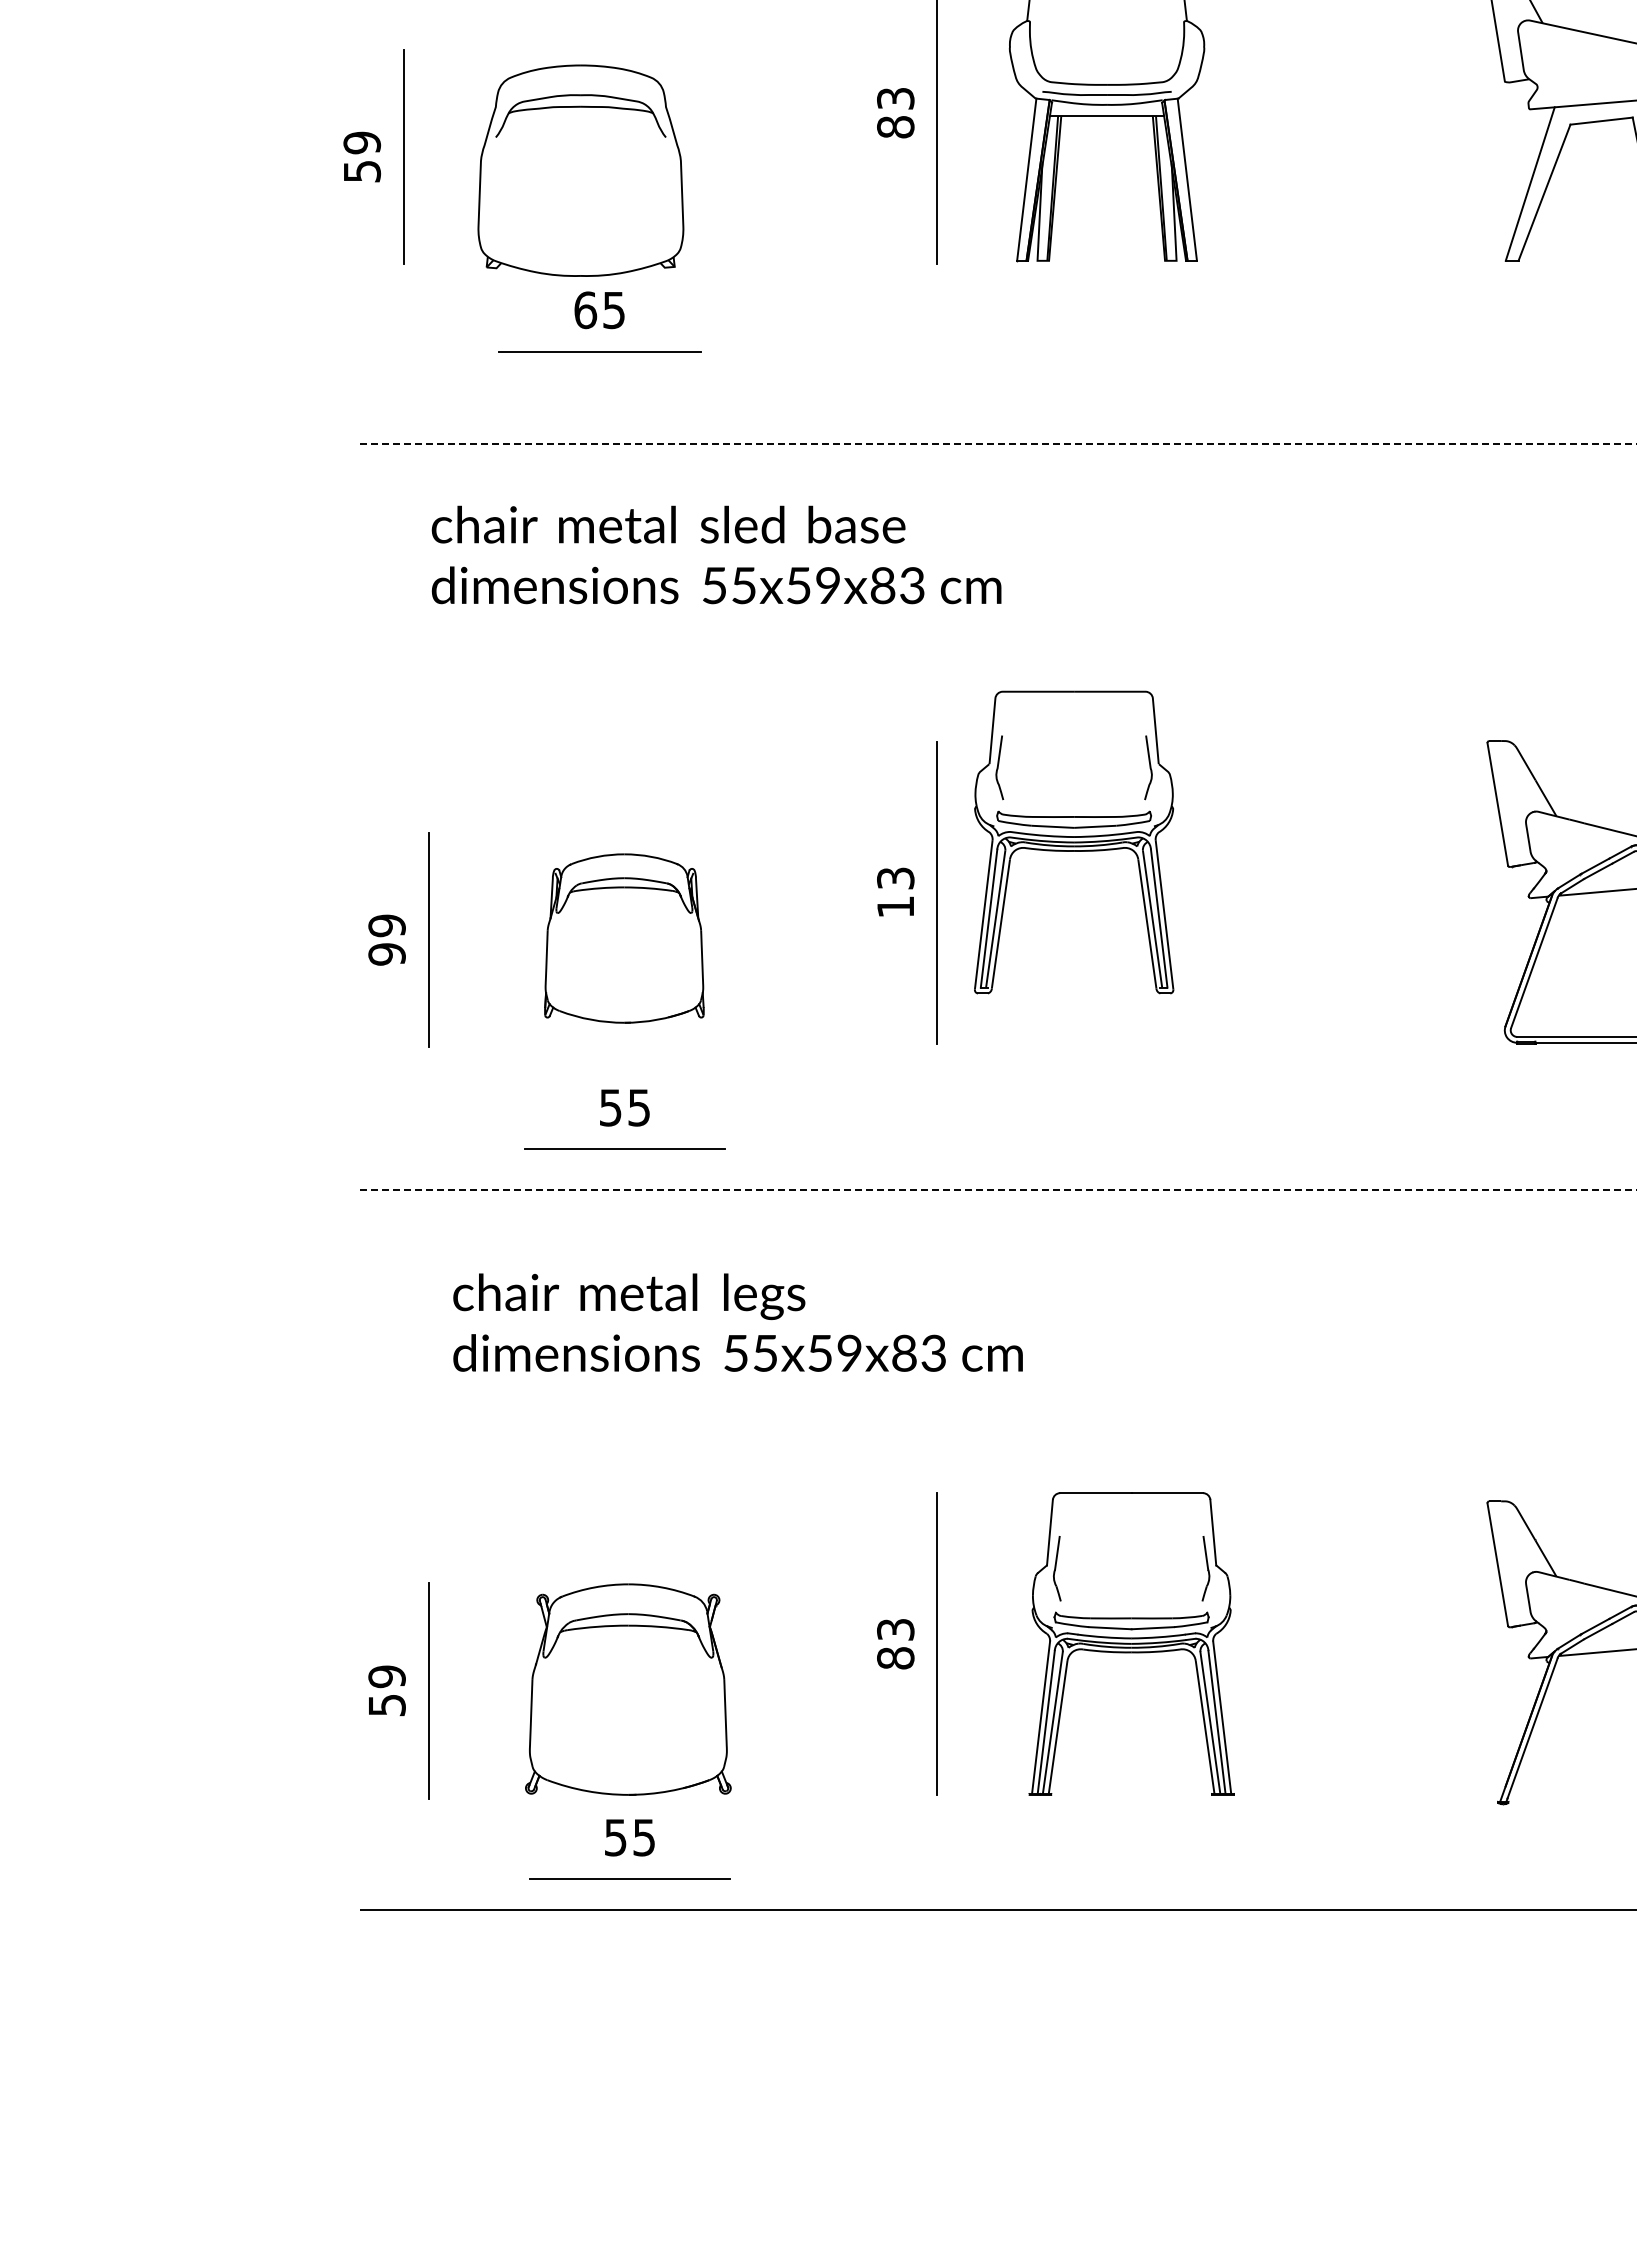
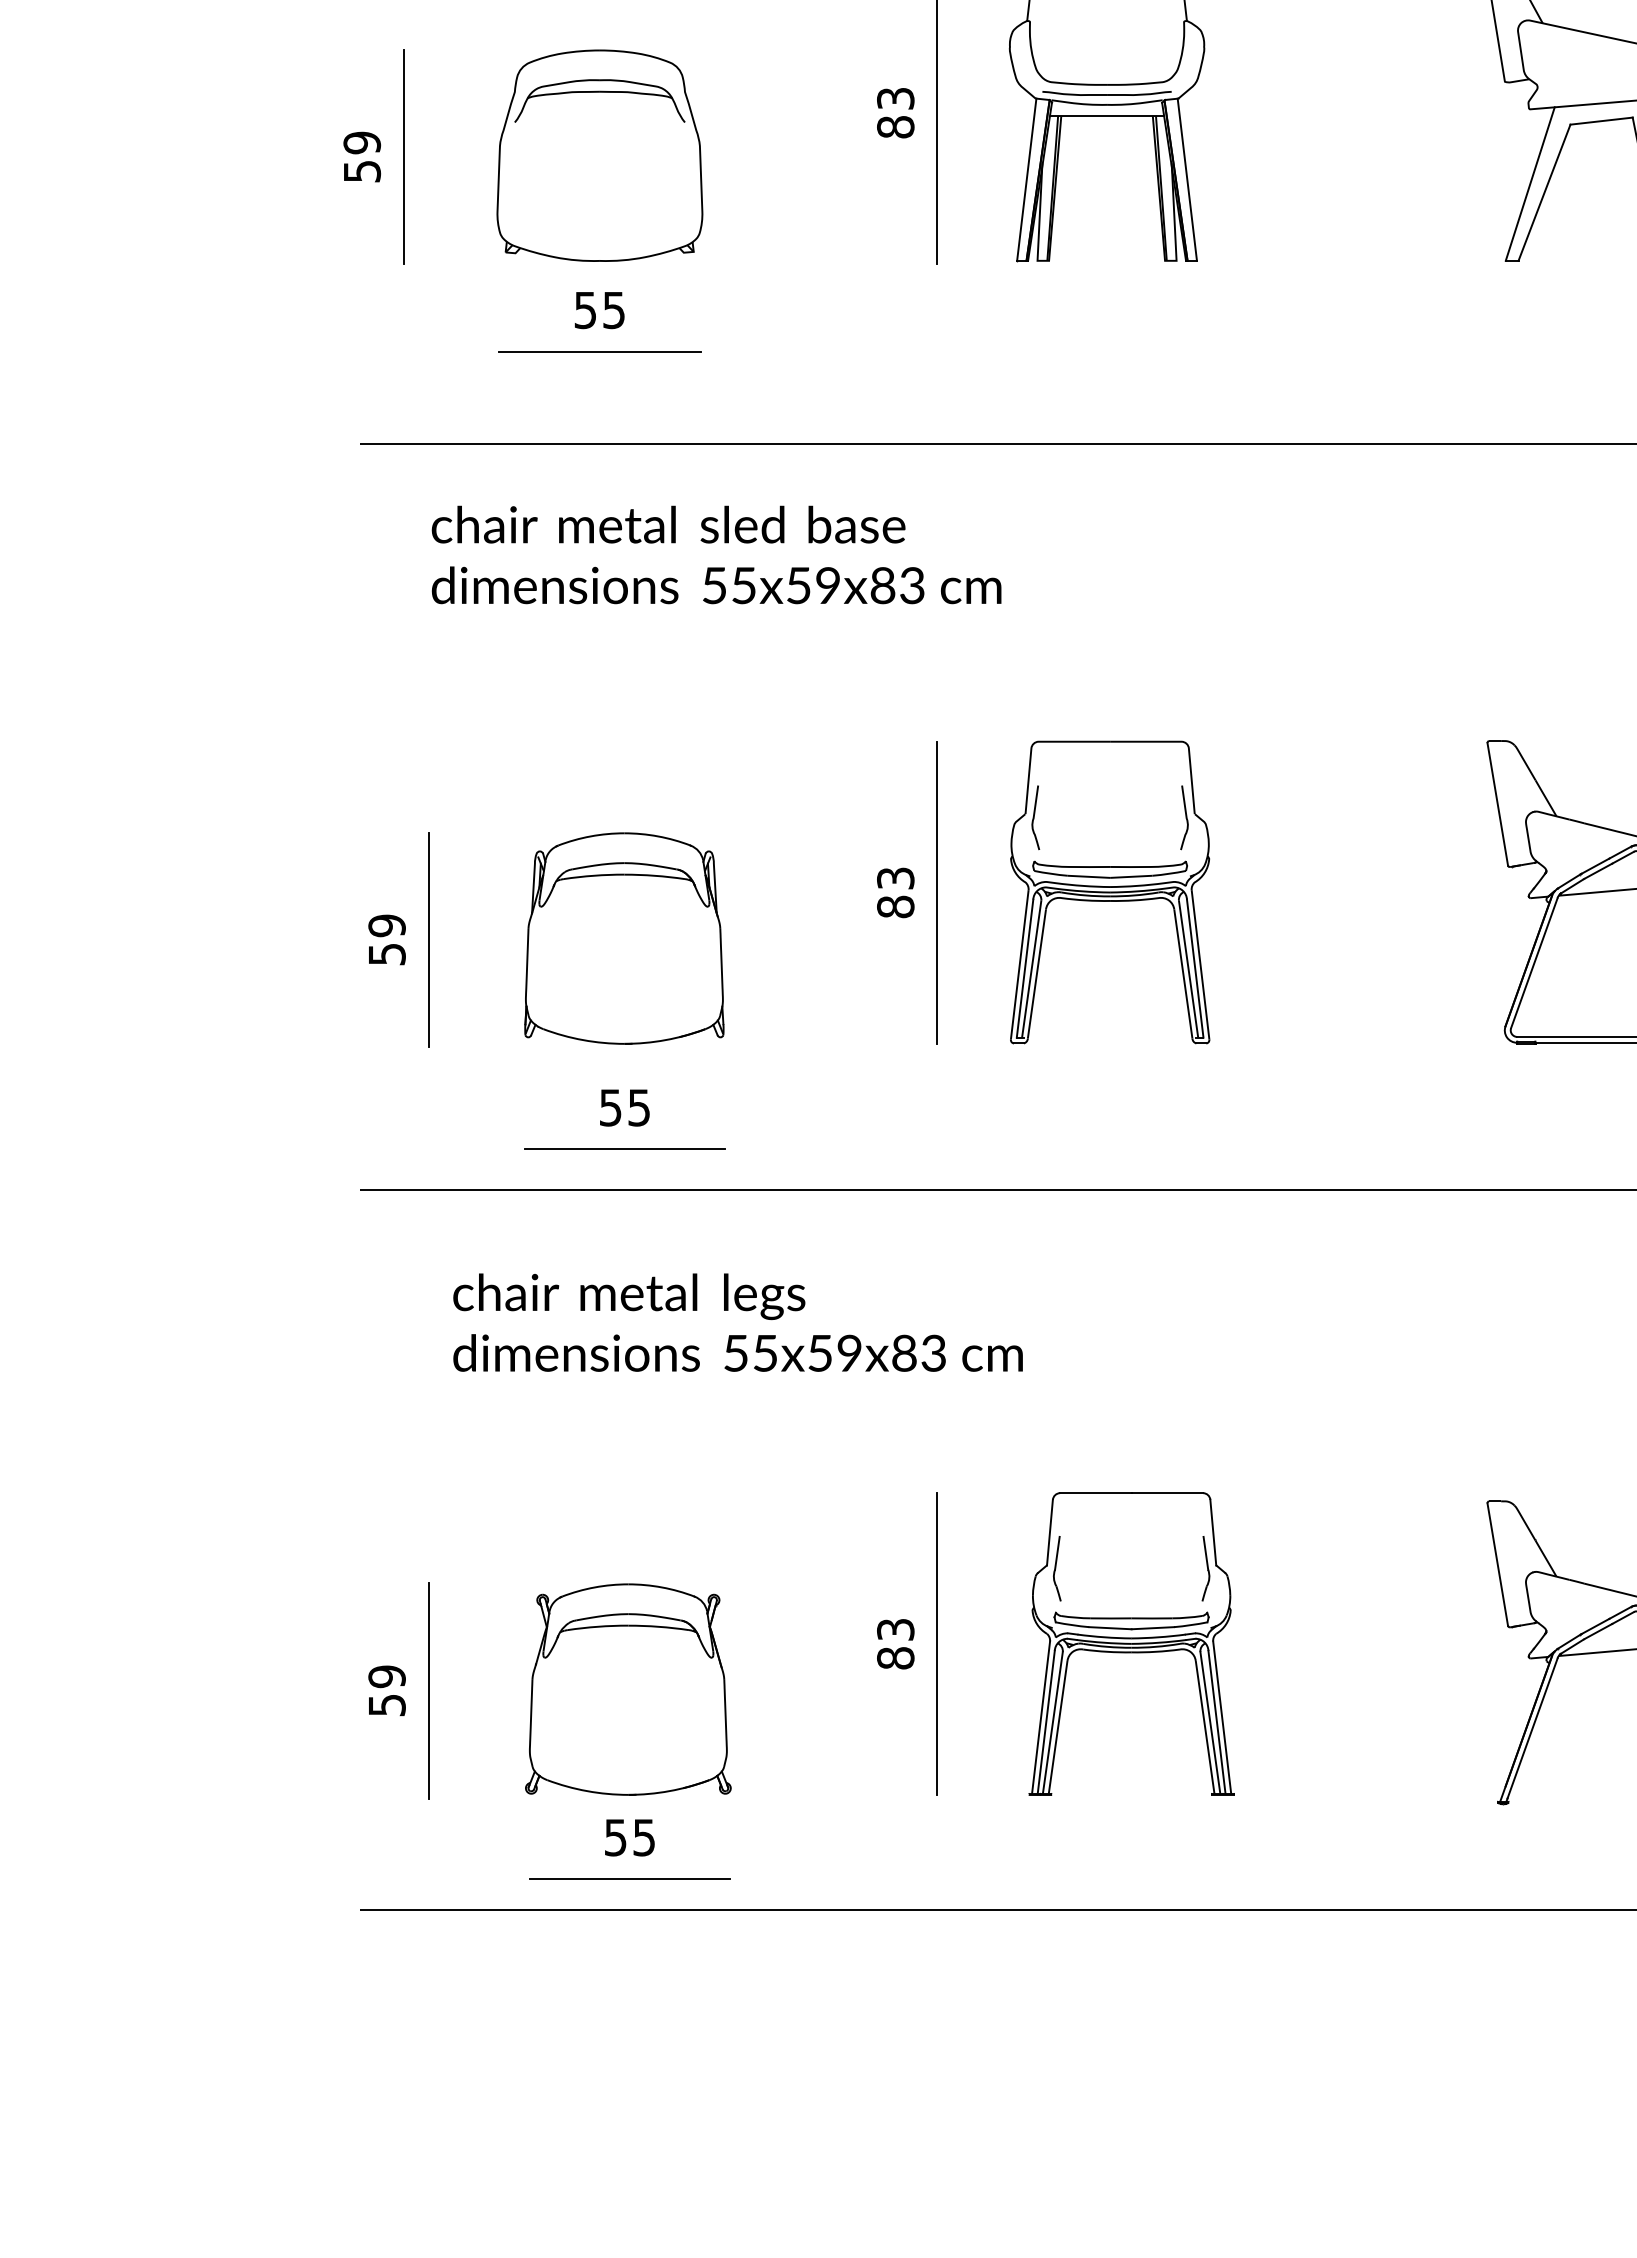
part at (580, 170) position: (580, 170) -> (599, 155)
text at (585, 310): 65 -> 55
line at (998, 443): dashed -> solid
part at (1074, 842) position: (1074, 842) -> (1110, 892)
text at (895, 906): 13 -> 83
part at (624, 938) size: 161x171 px -> 201x213 px
text at (386, 954): 99 -> 59
line at (998, 1189): dashed -> solid
